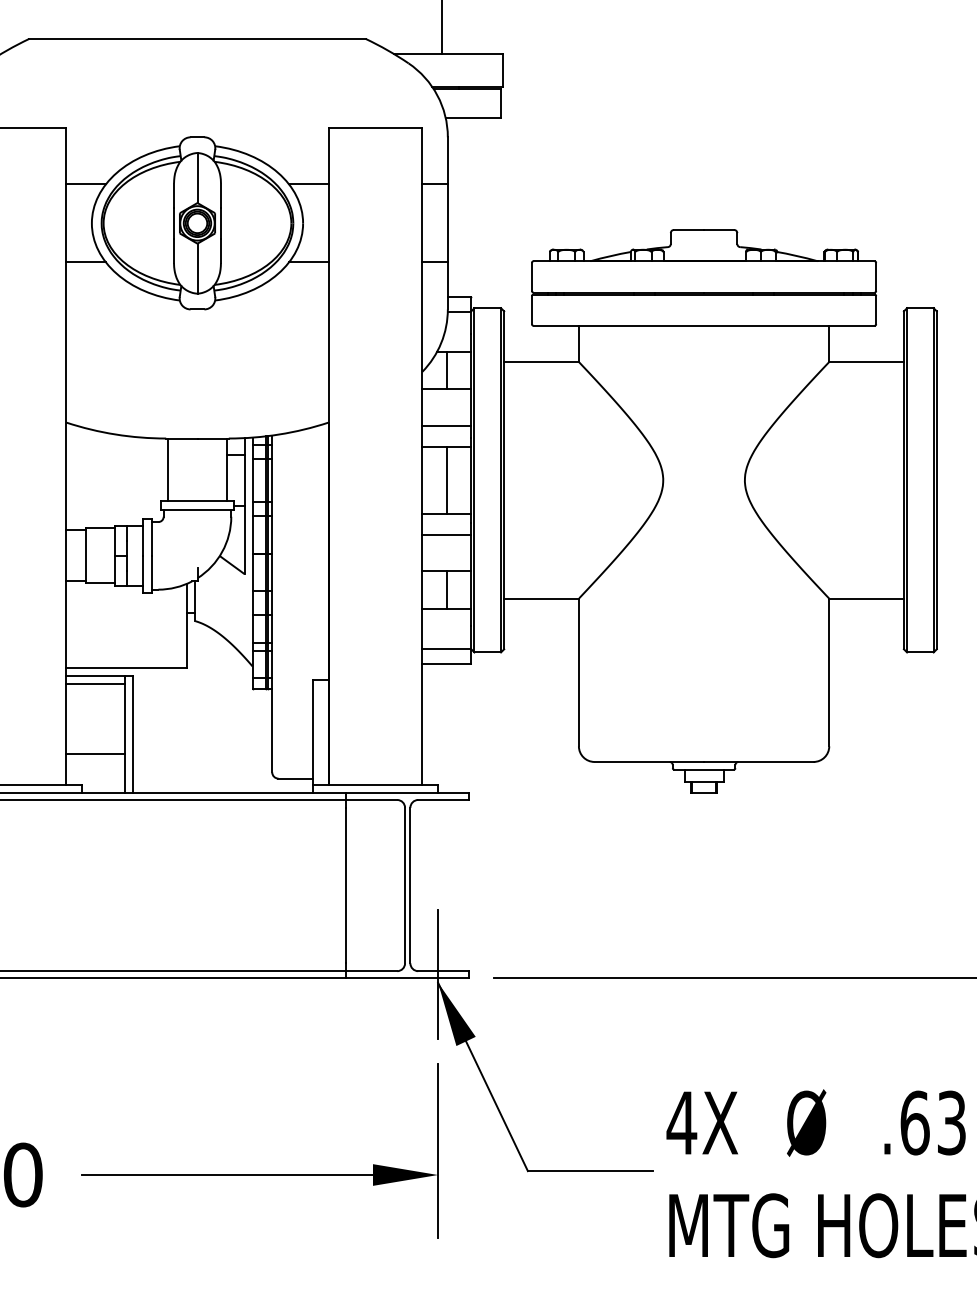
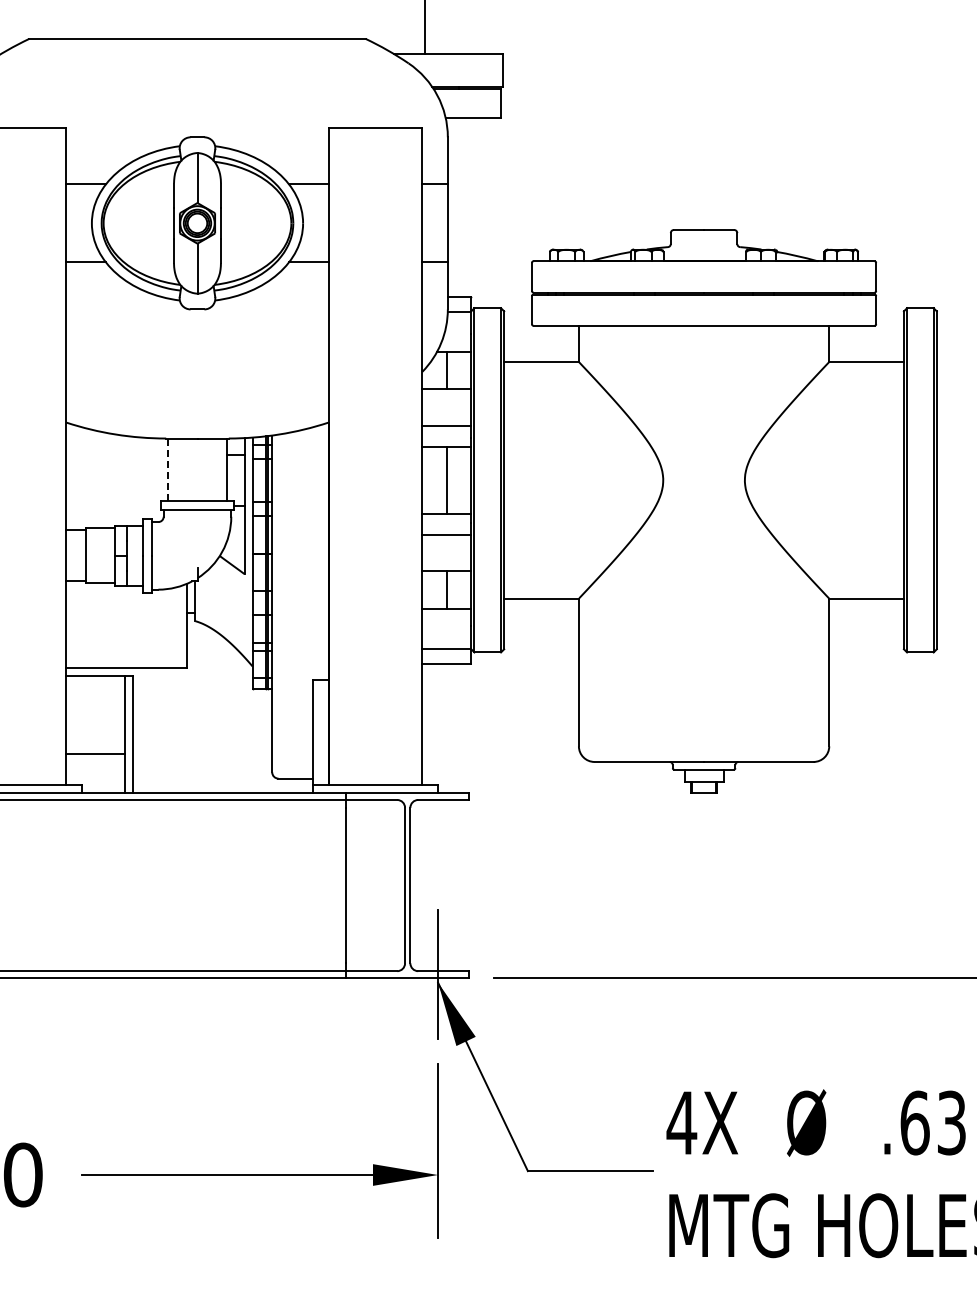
line at (442, 27) position: (442, 27) -> (425, 27)
line at (167, 470): solid -> dashed
line at (95, 683): present -> none
